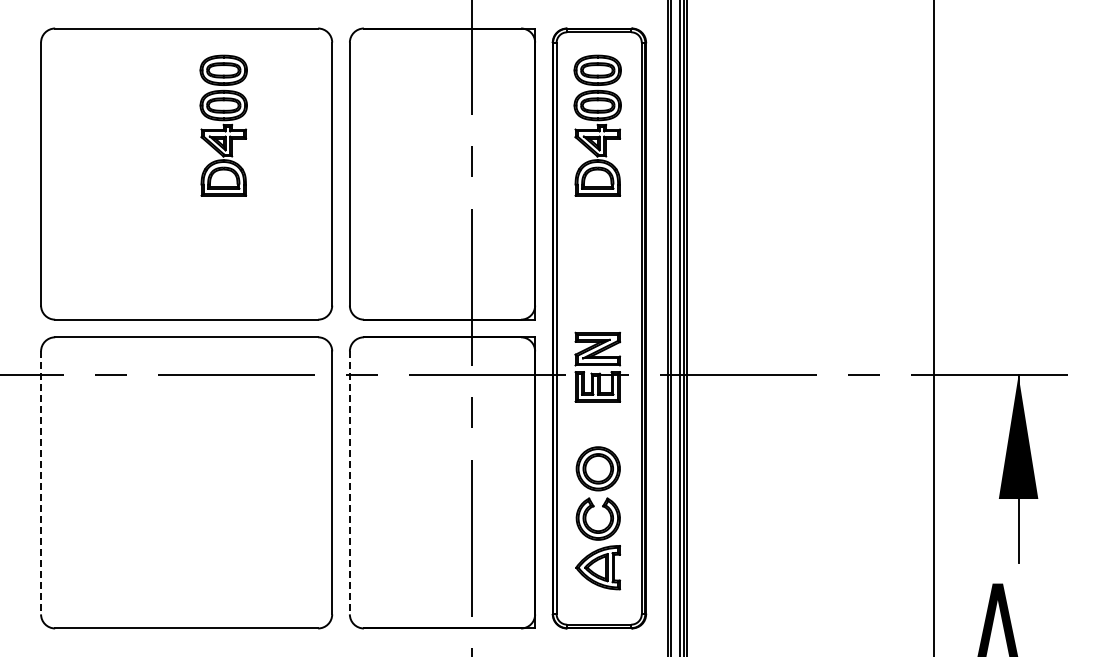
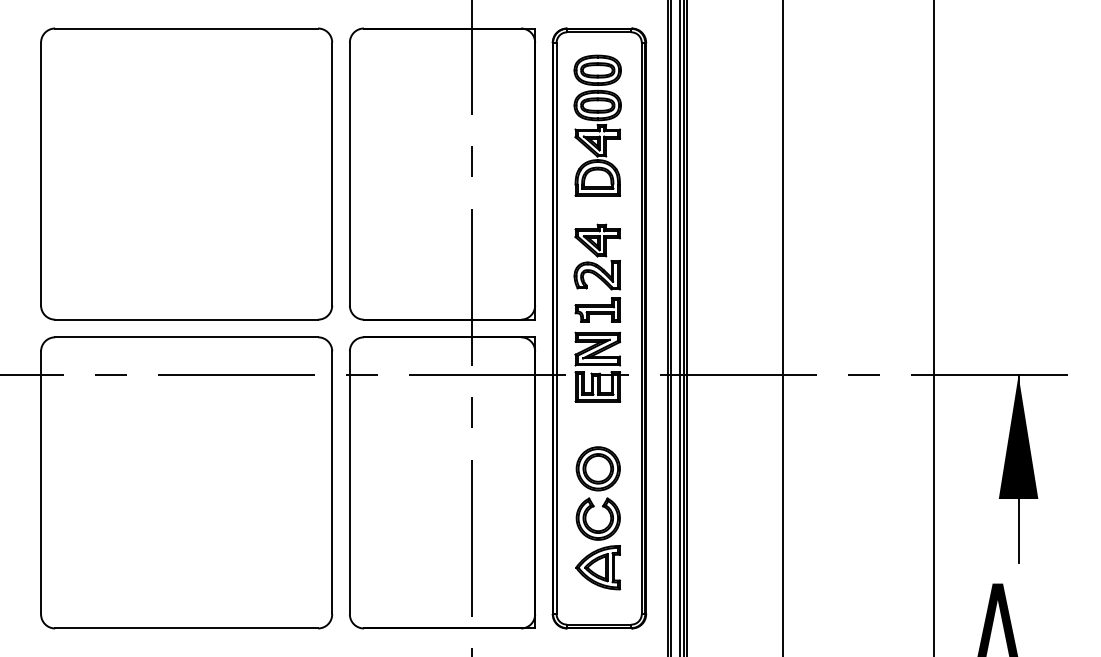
part at (223, 125): present -> none
part at (597, 272): none -> present
line at (782, 327): none -> present
line at (41, 483): dashed -> solid
line at (349, 483): dashed -> solid
